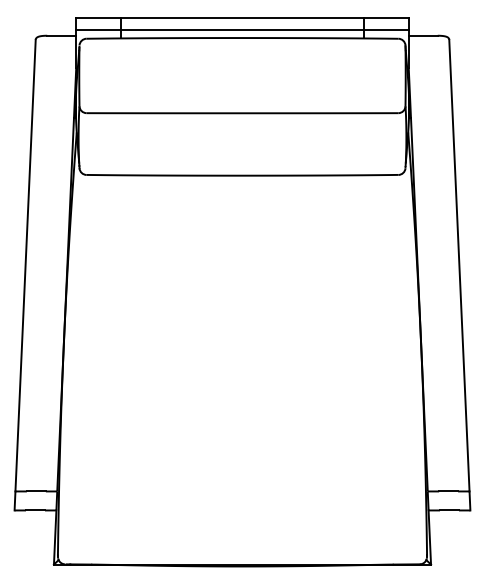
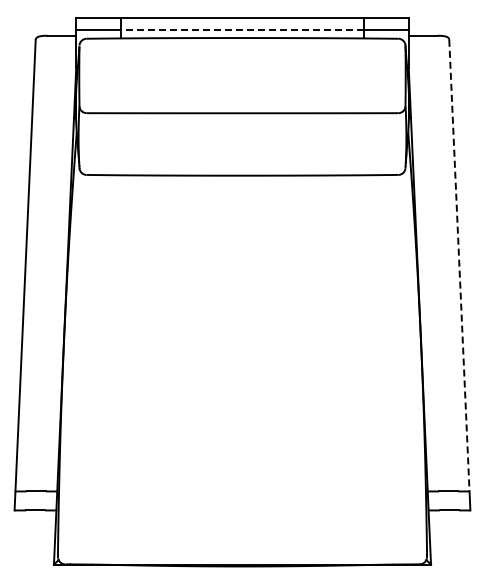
line at (242, 30): solid -> dashed
line at (459, 266): solid -> dashed
